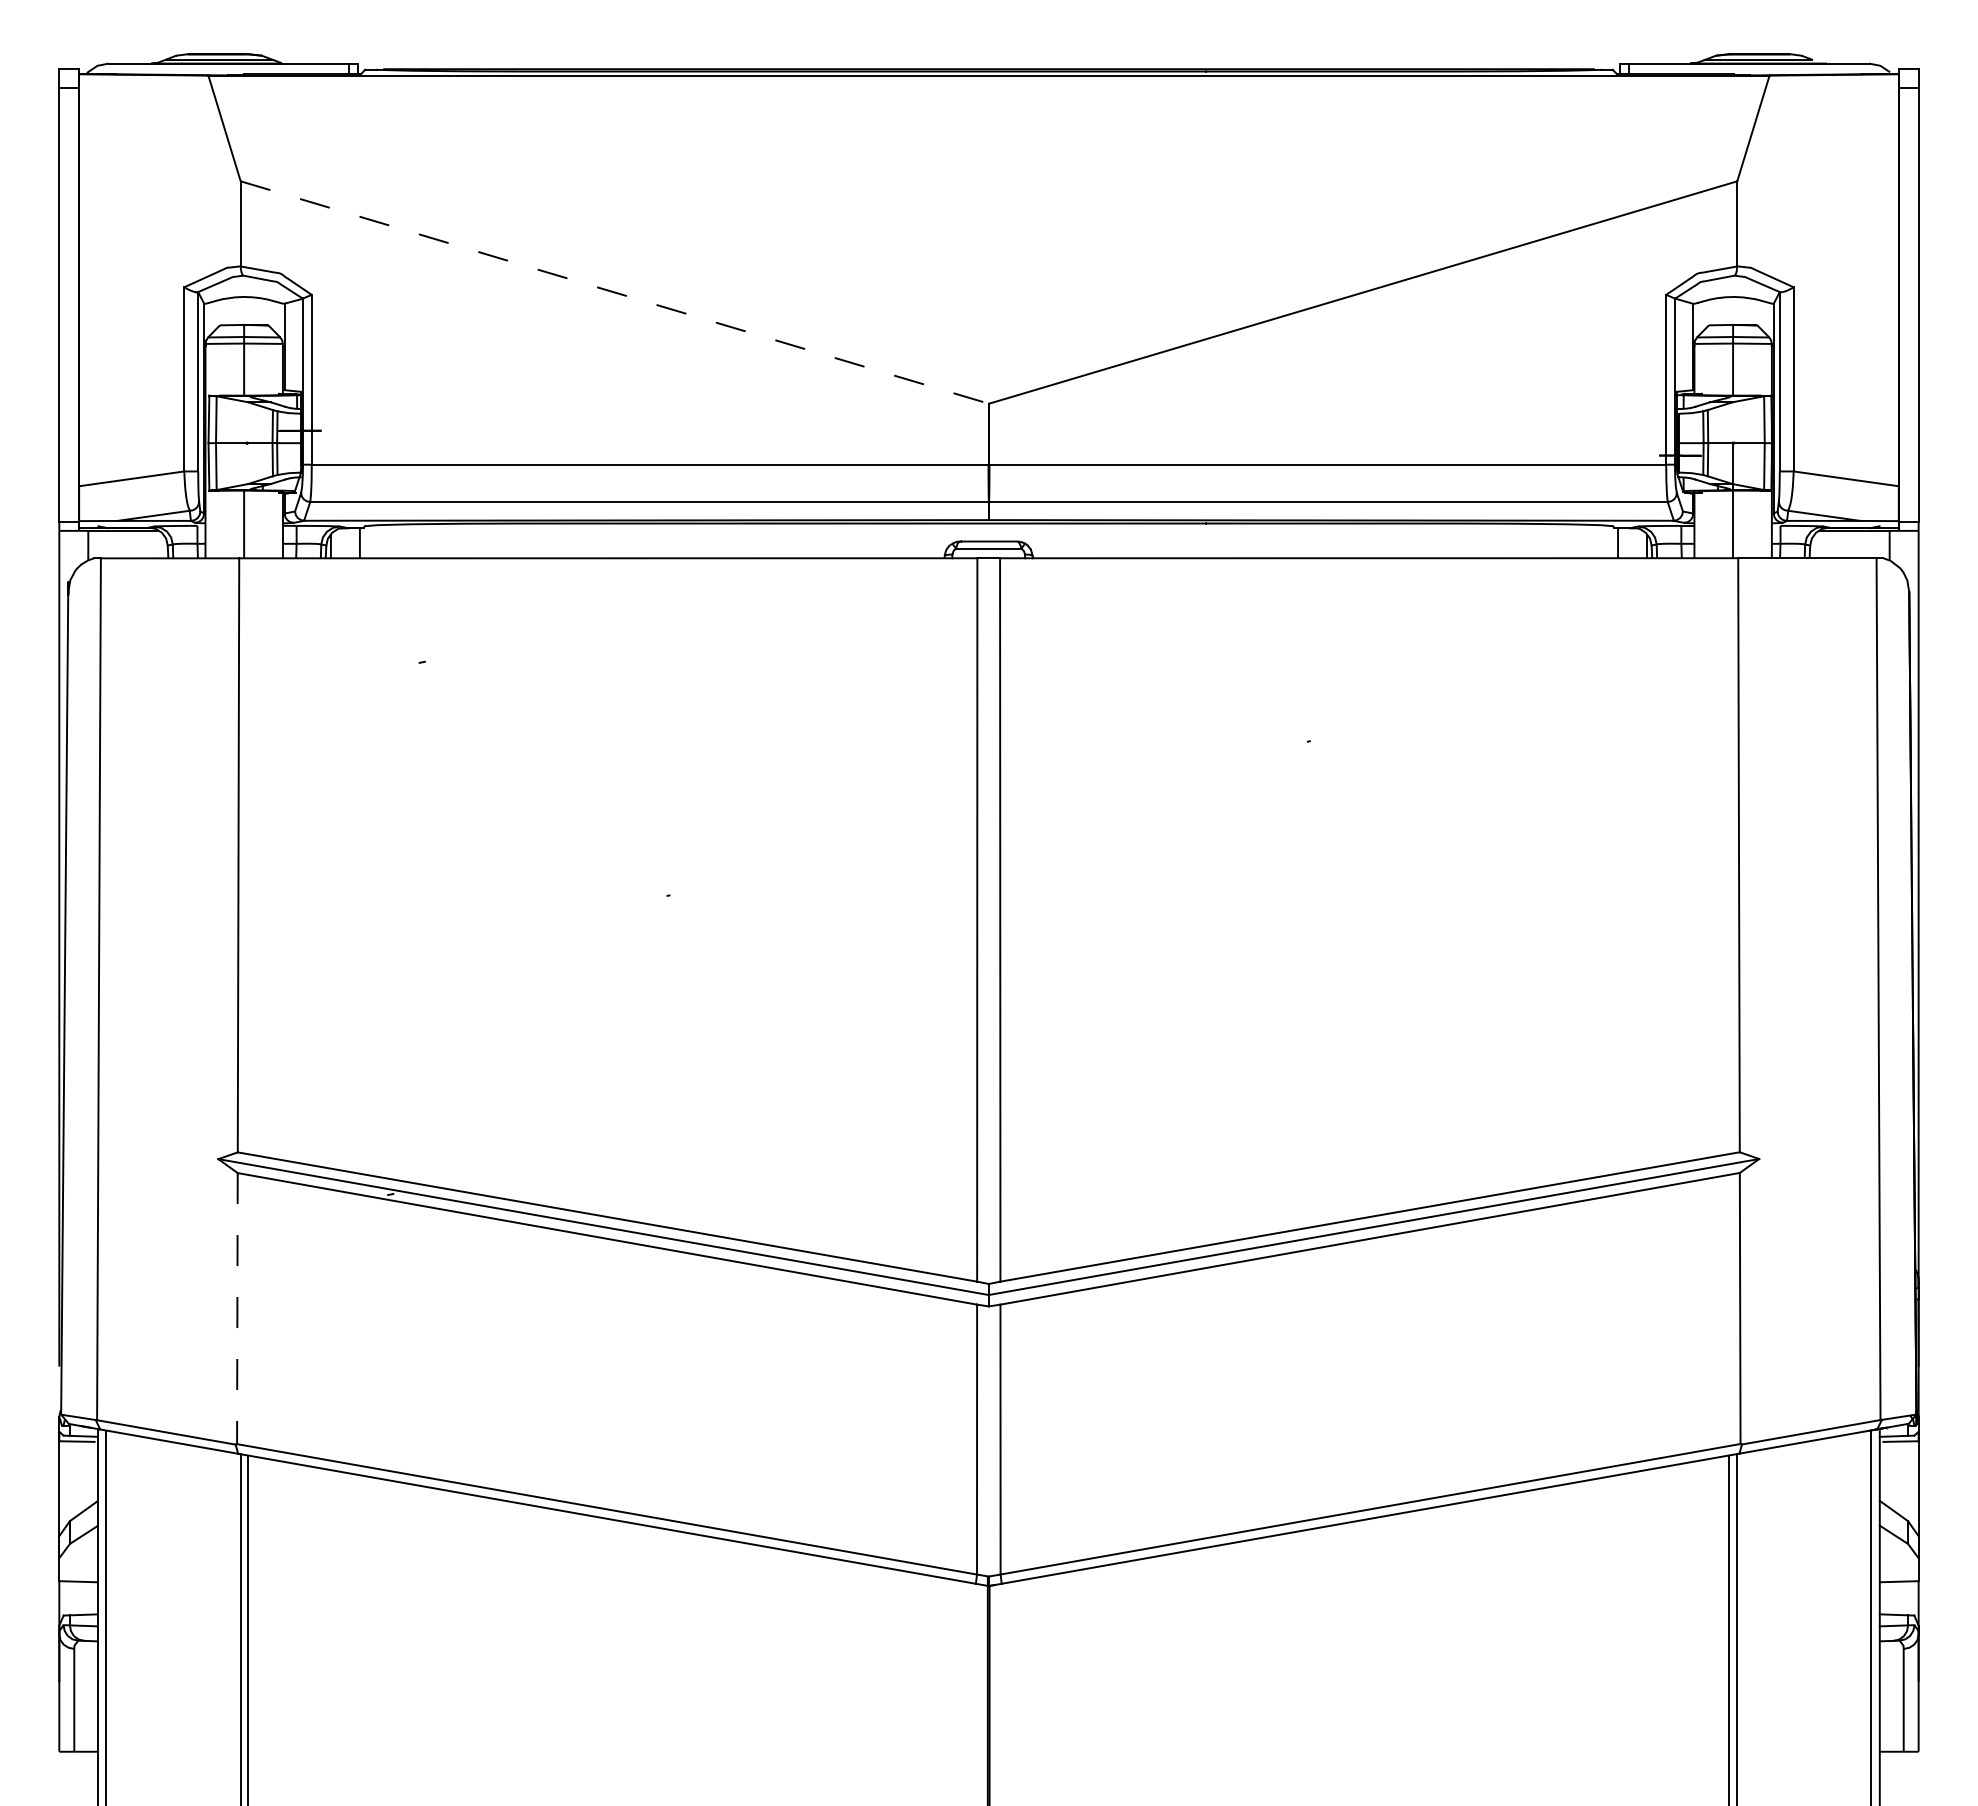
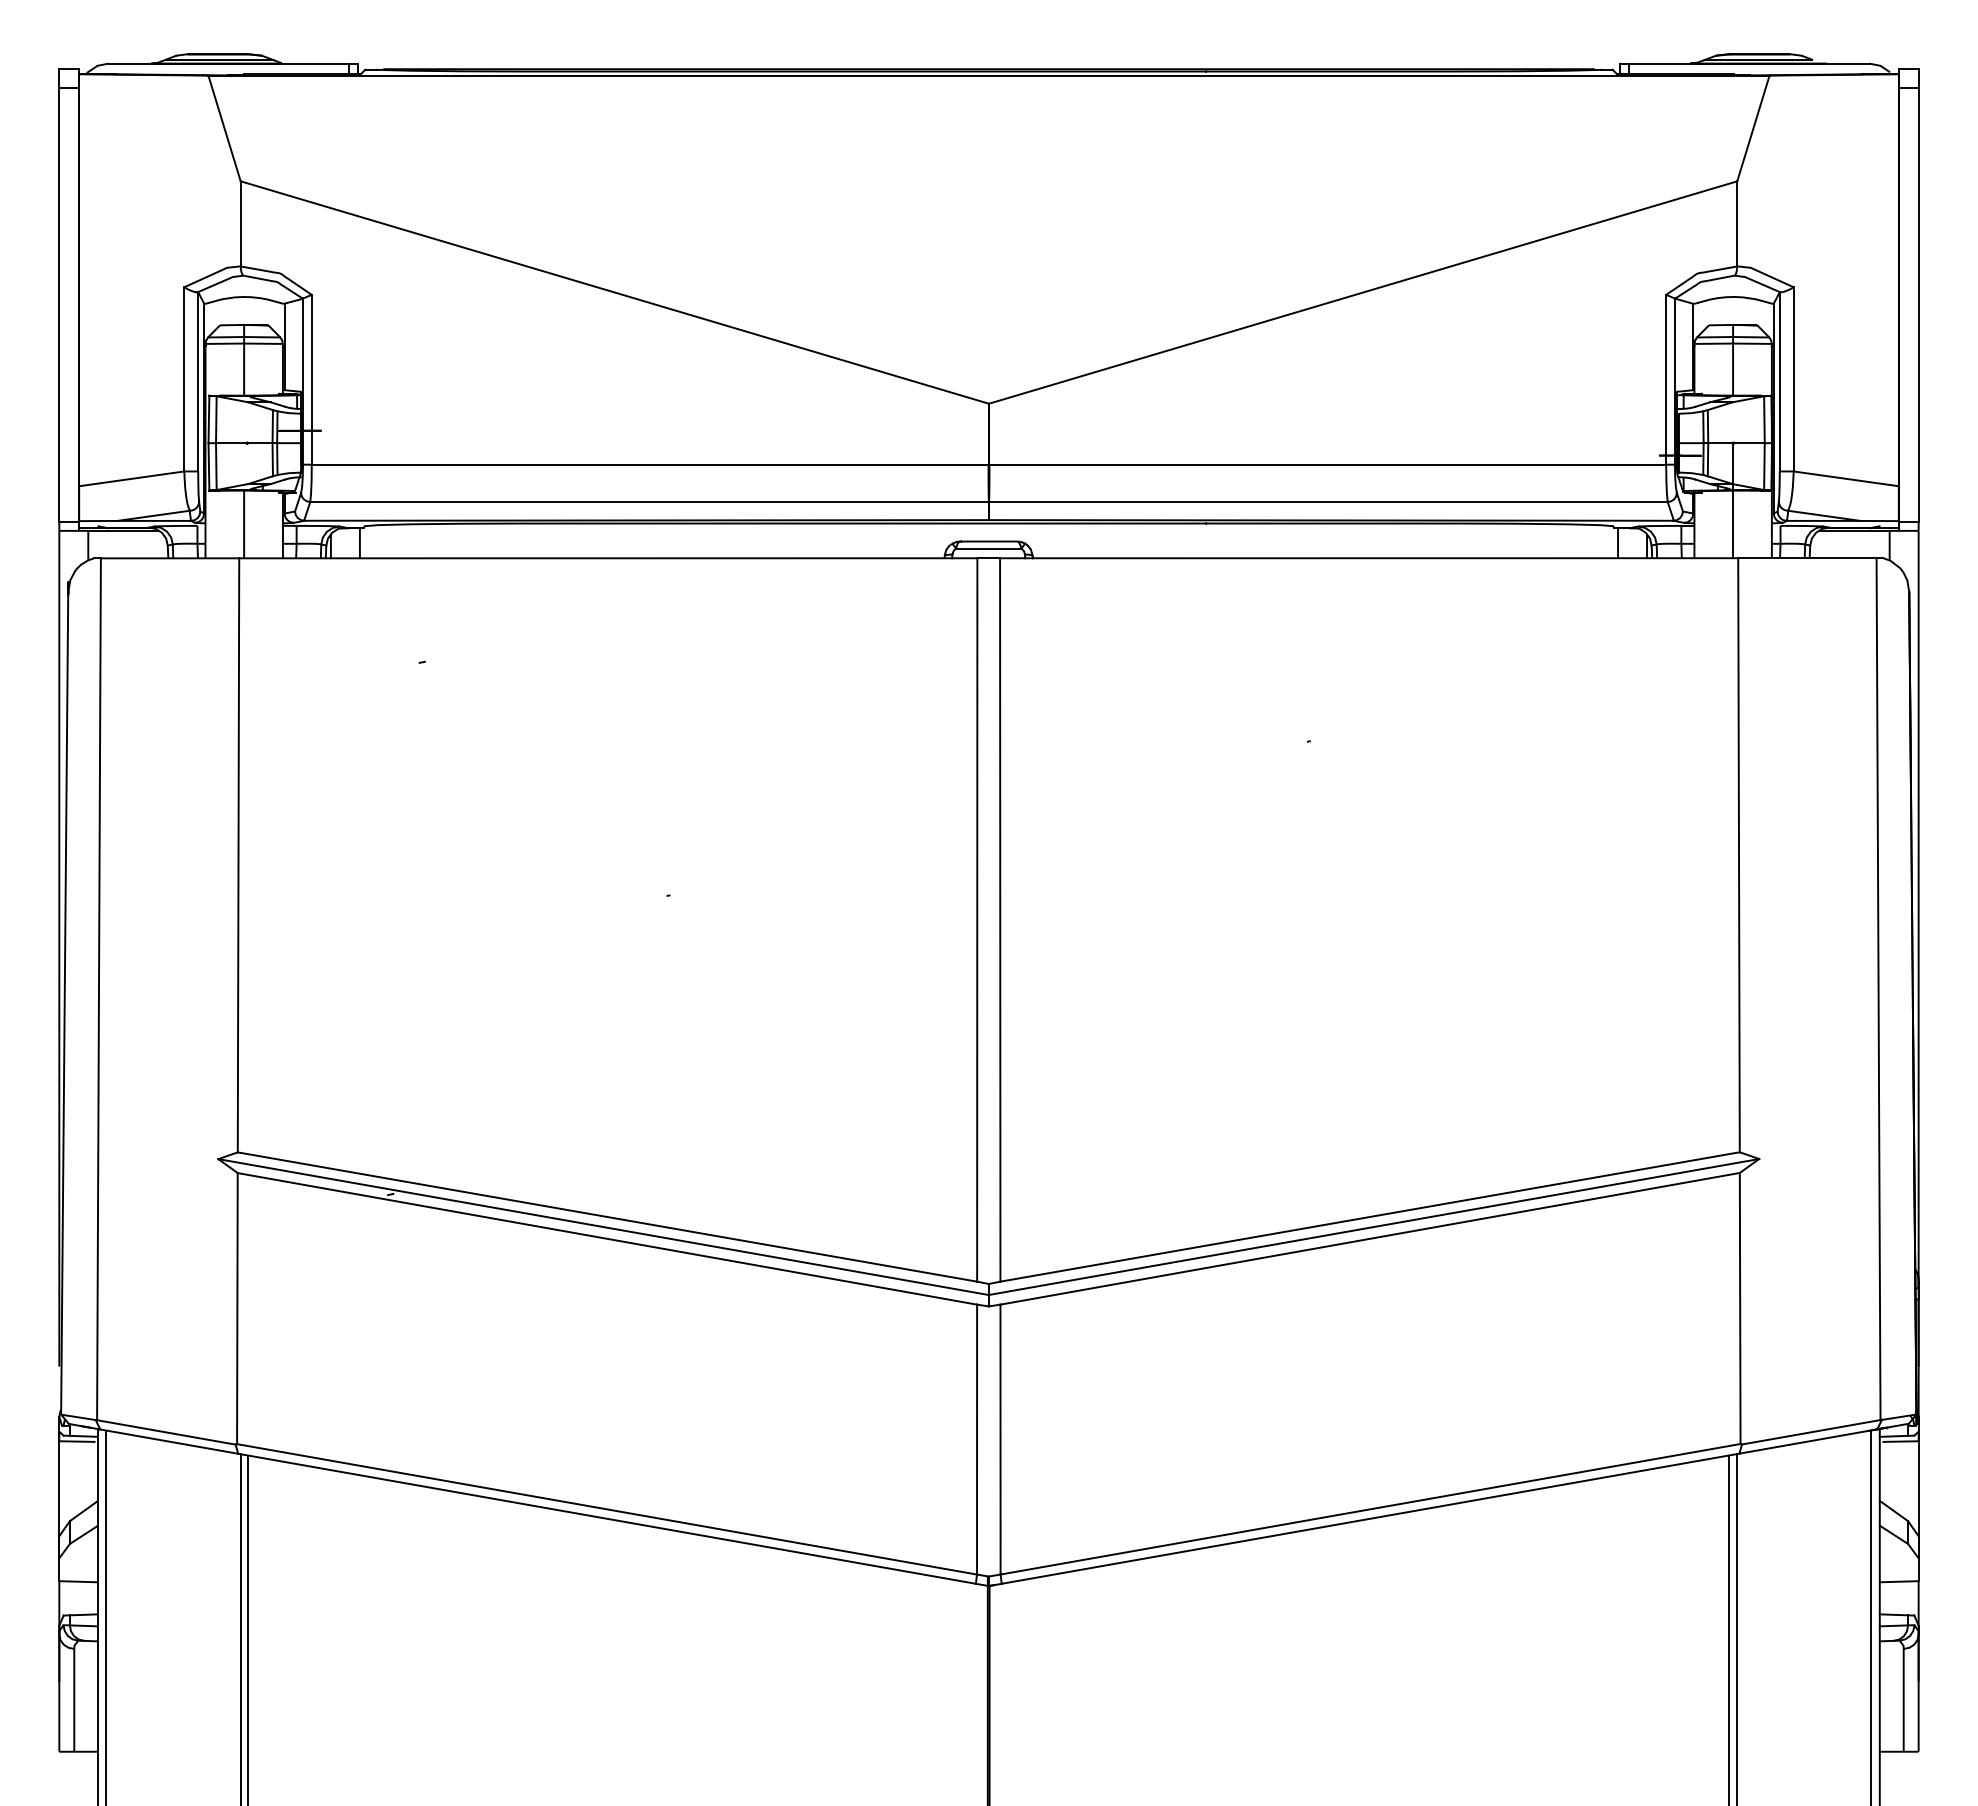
line at (615, 292): dashed -> solid
line at (237, 1308): dashed -> solid
